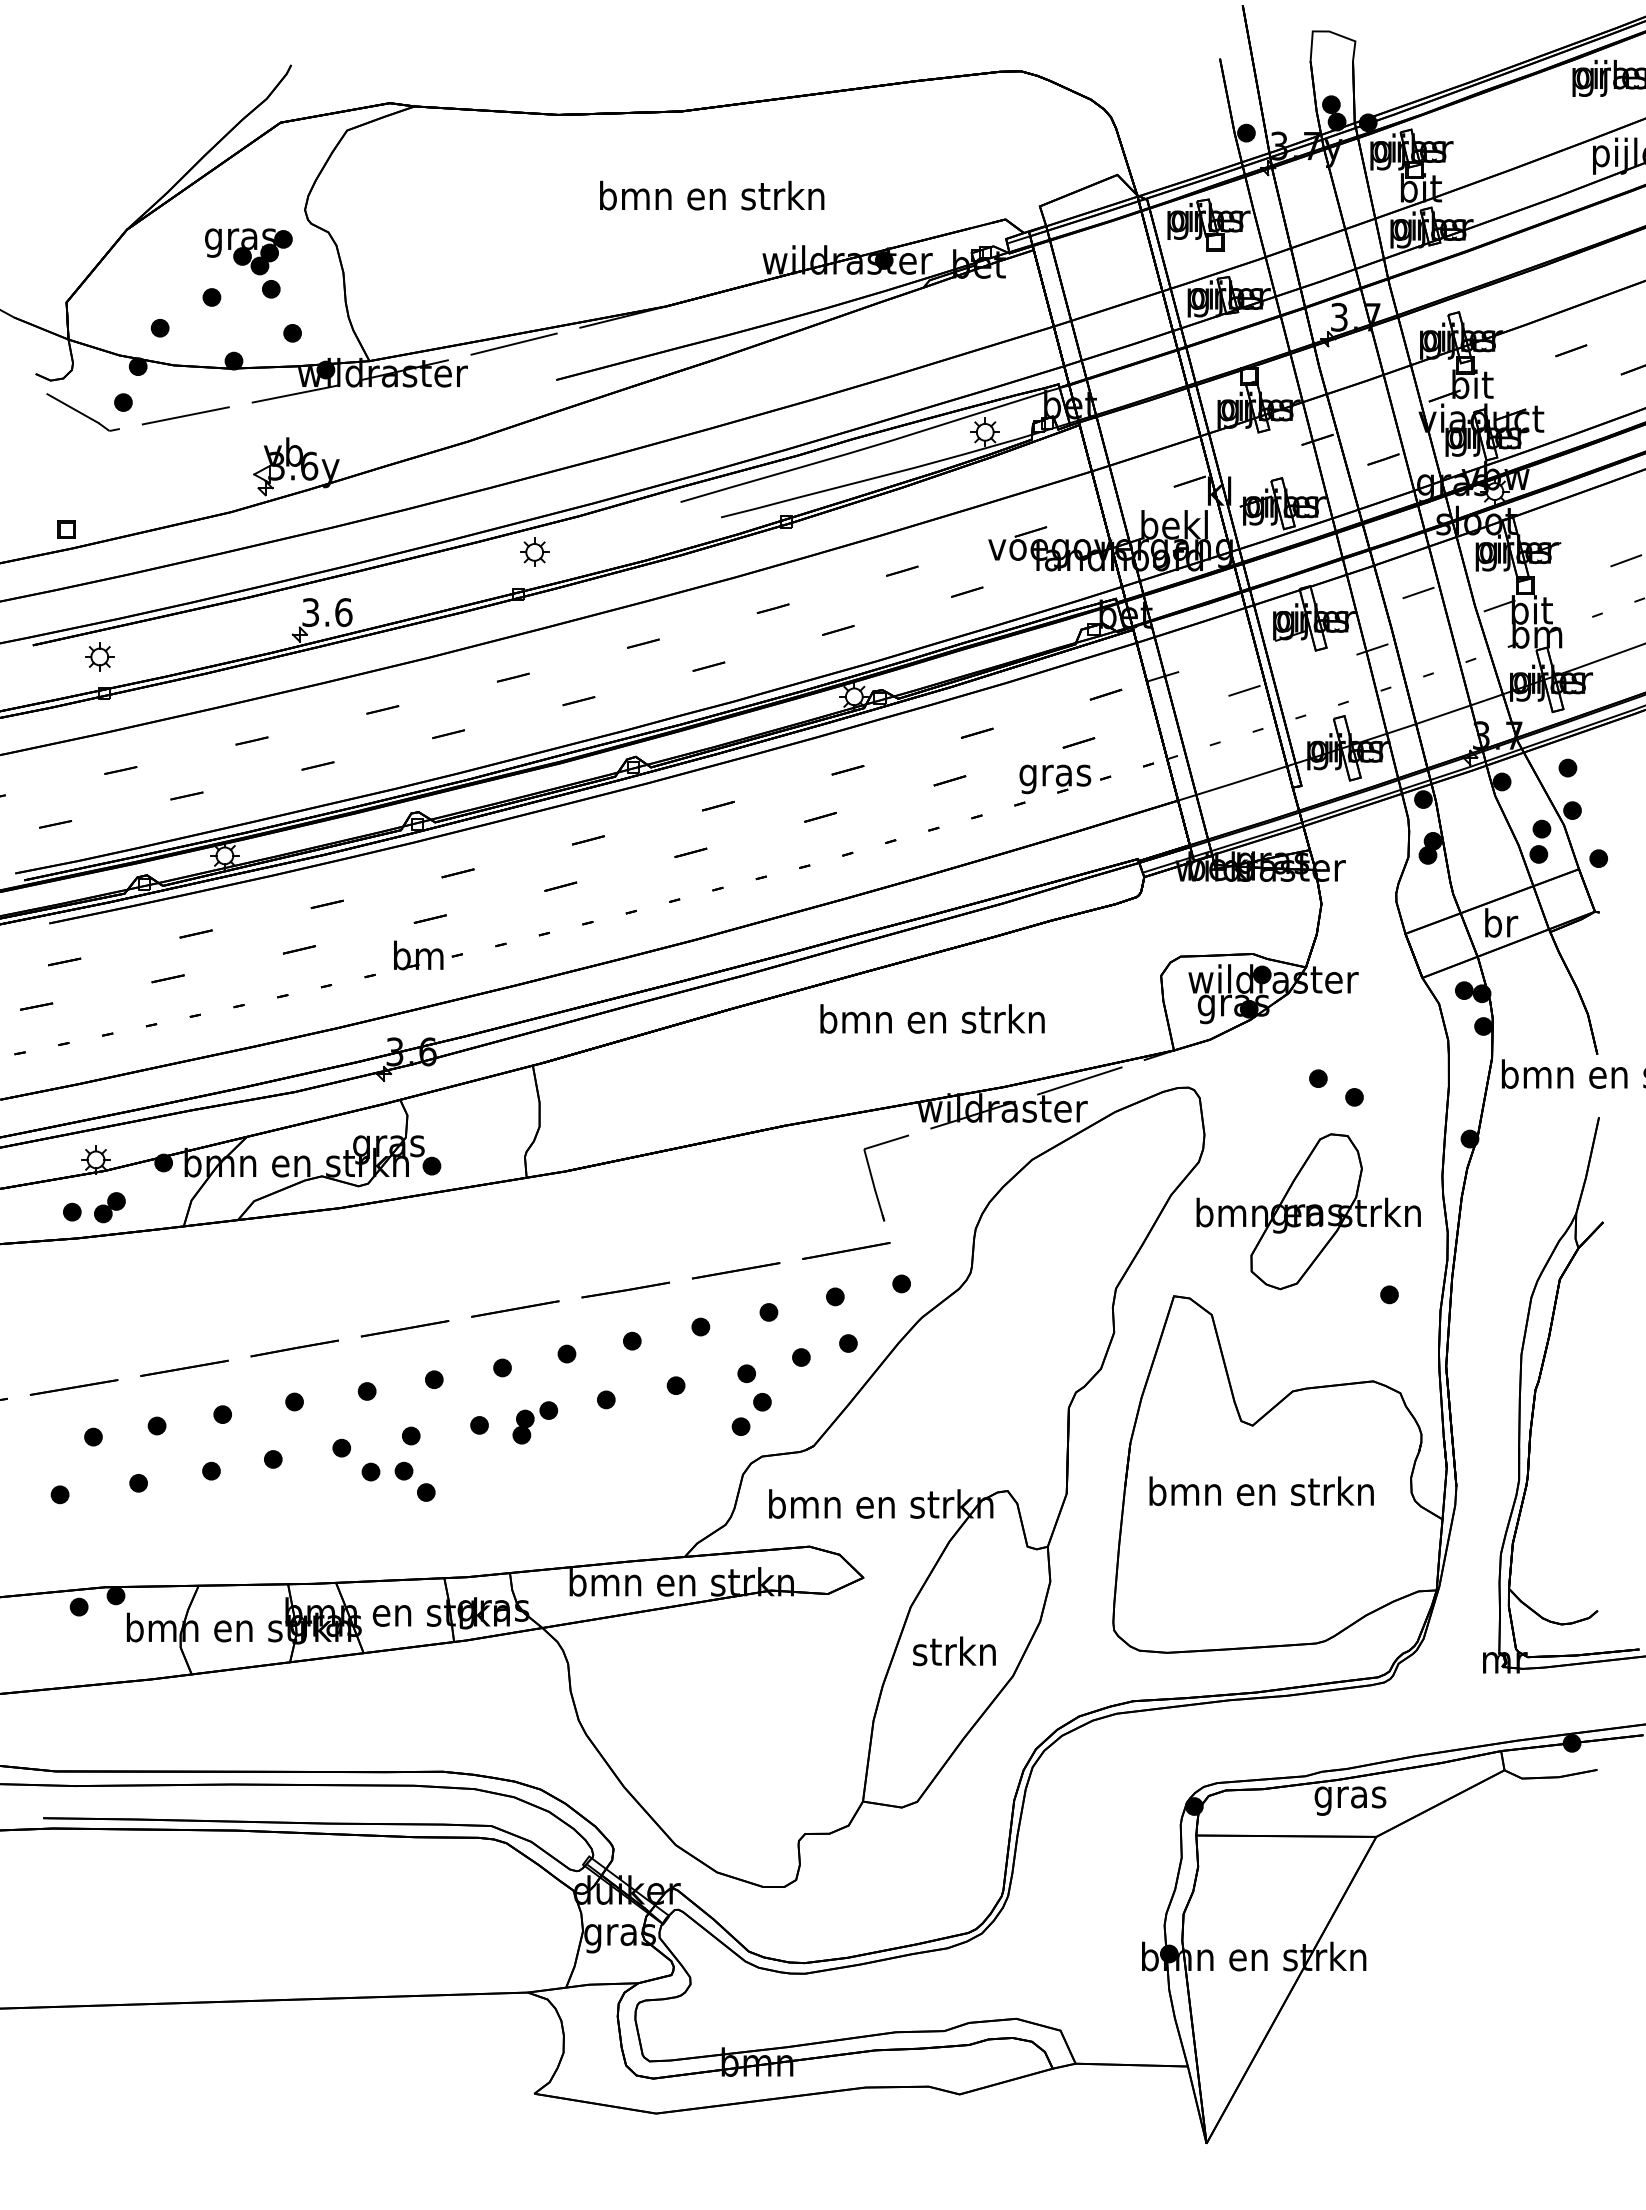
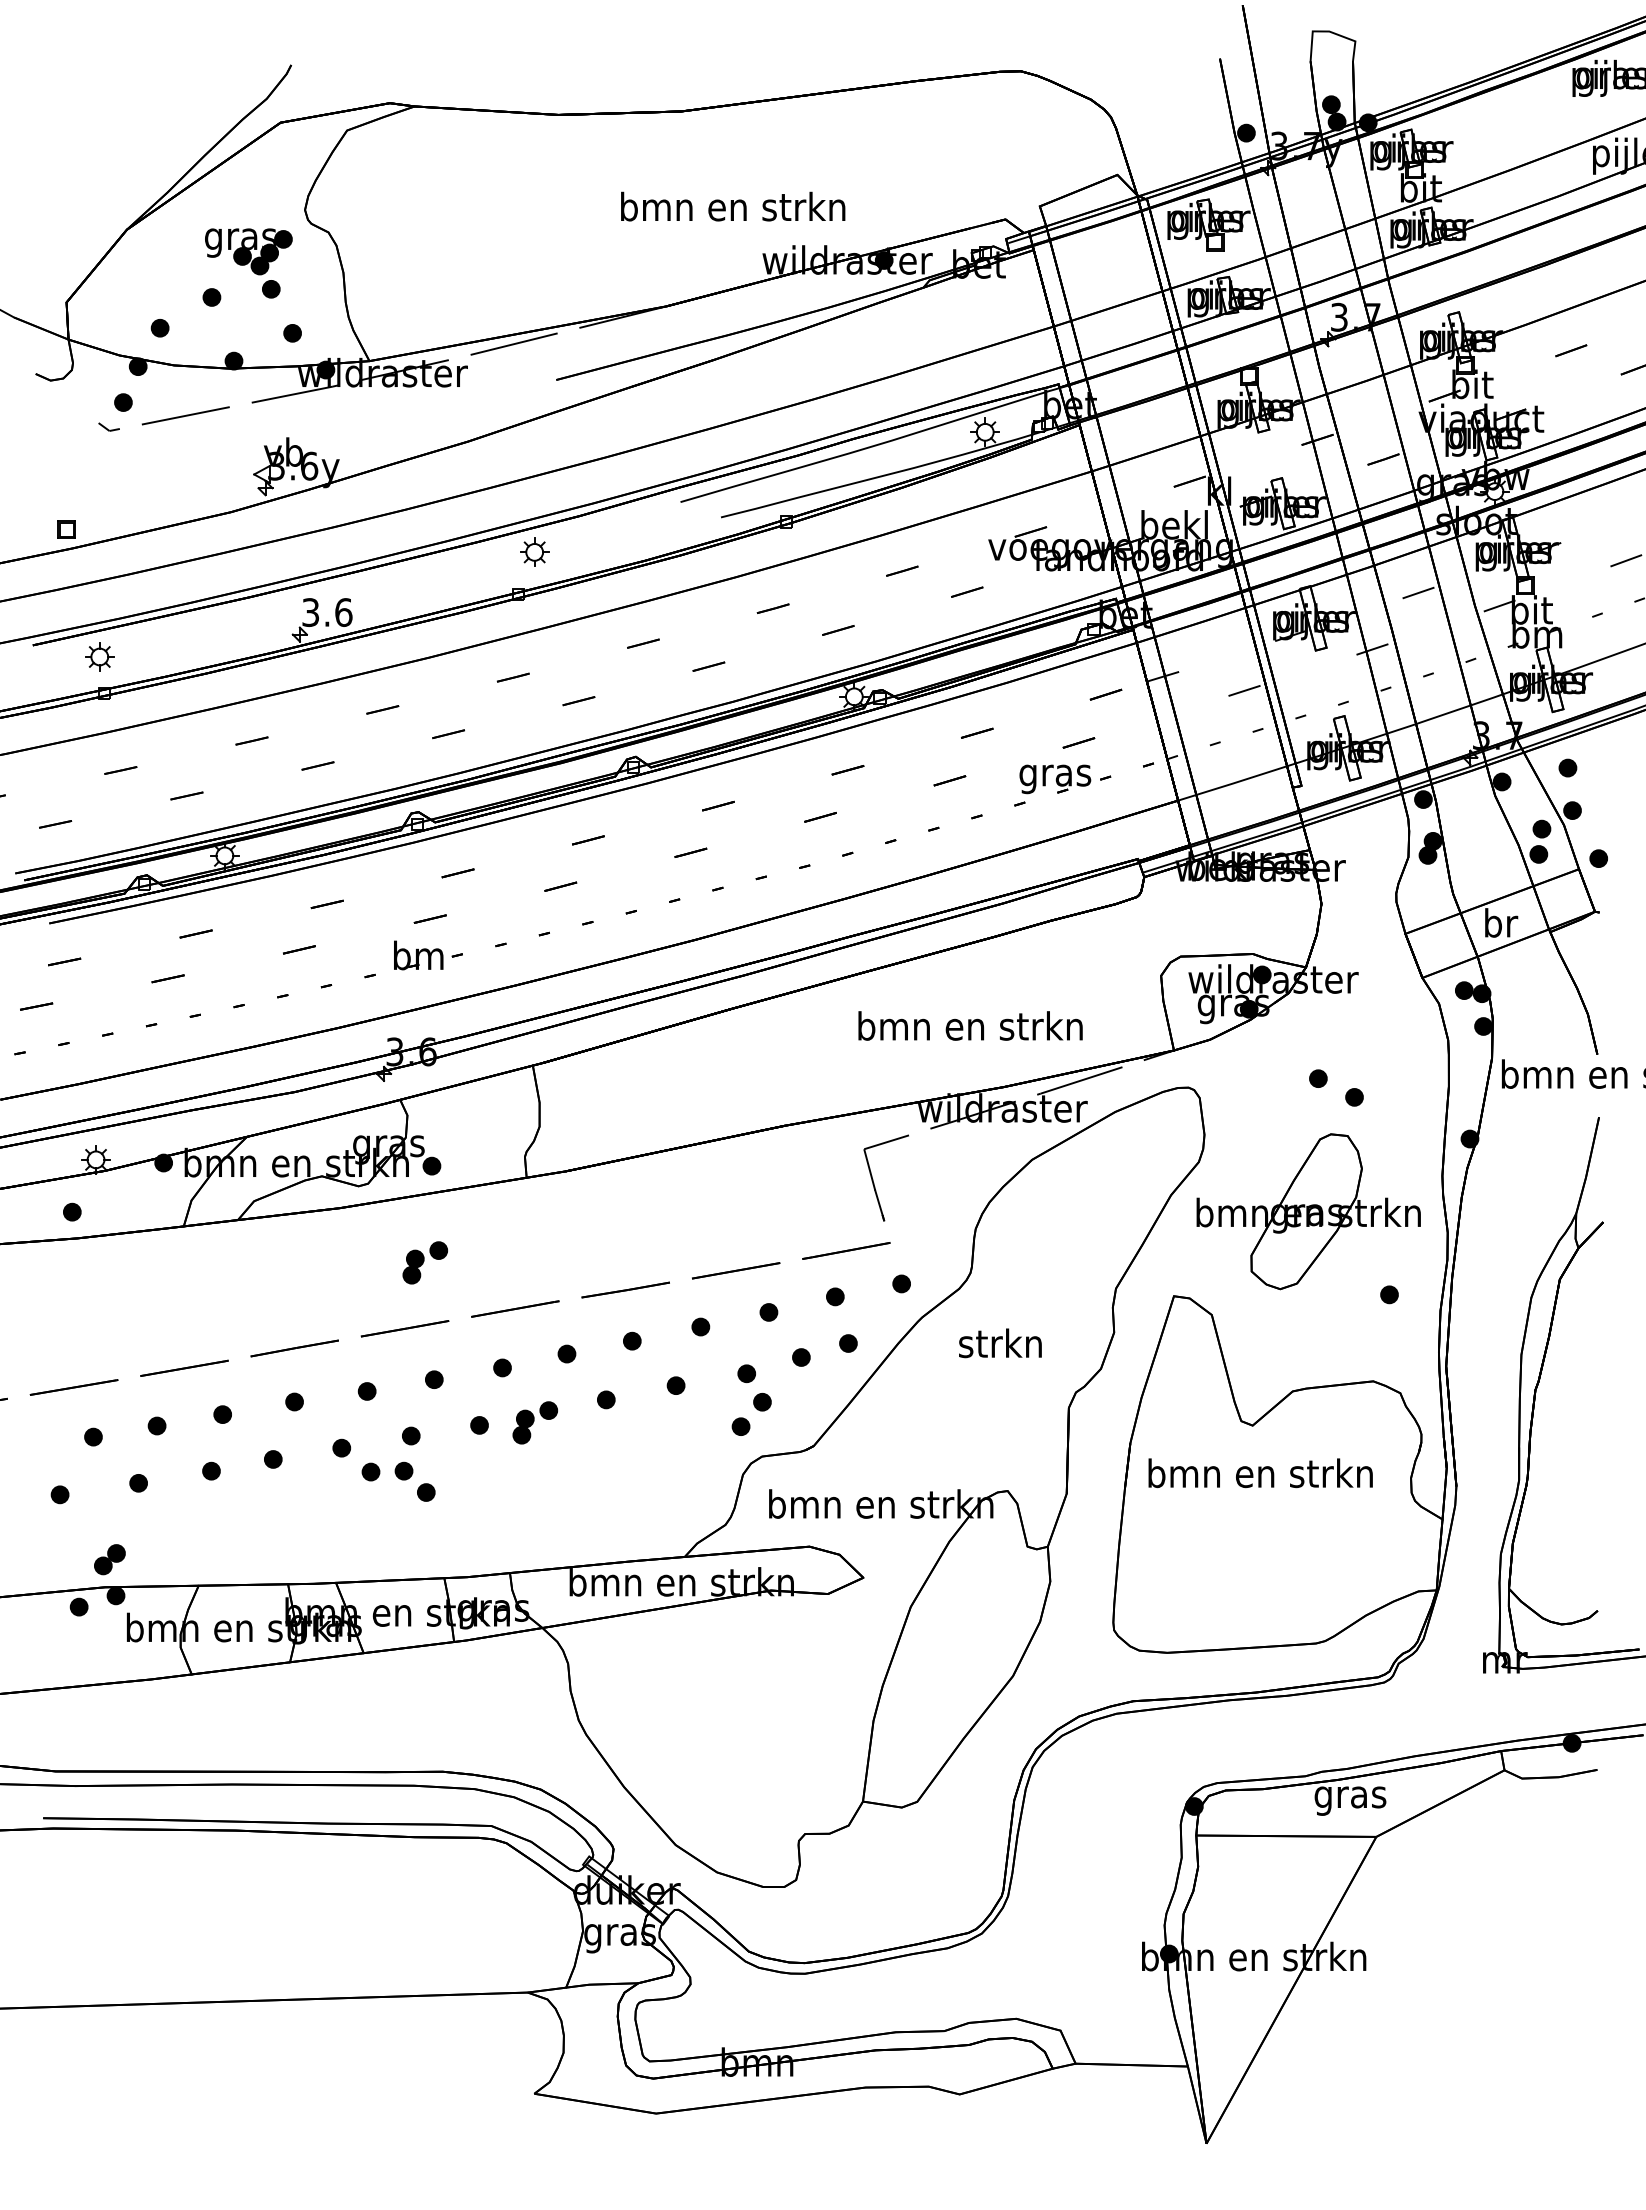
text at (712, 195) position: (712, 195) -> (733, 206)
line at (72, 408): present -> none
text at (932, 1018) position: (932, 1018) -> (970, 1025)
part at (109, 1207) position: (109, 1207) -> (109, 1559)
part at (425, 1262): none -> present
text at (1261, 1491) position: (1261, 1491) -> (1260, 1473)
text at (954, 1651) position: (954, 1651) -> (1000, 1343)
